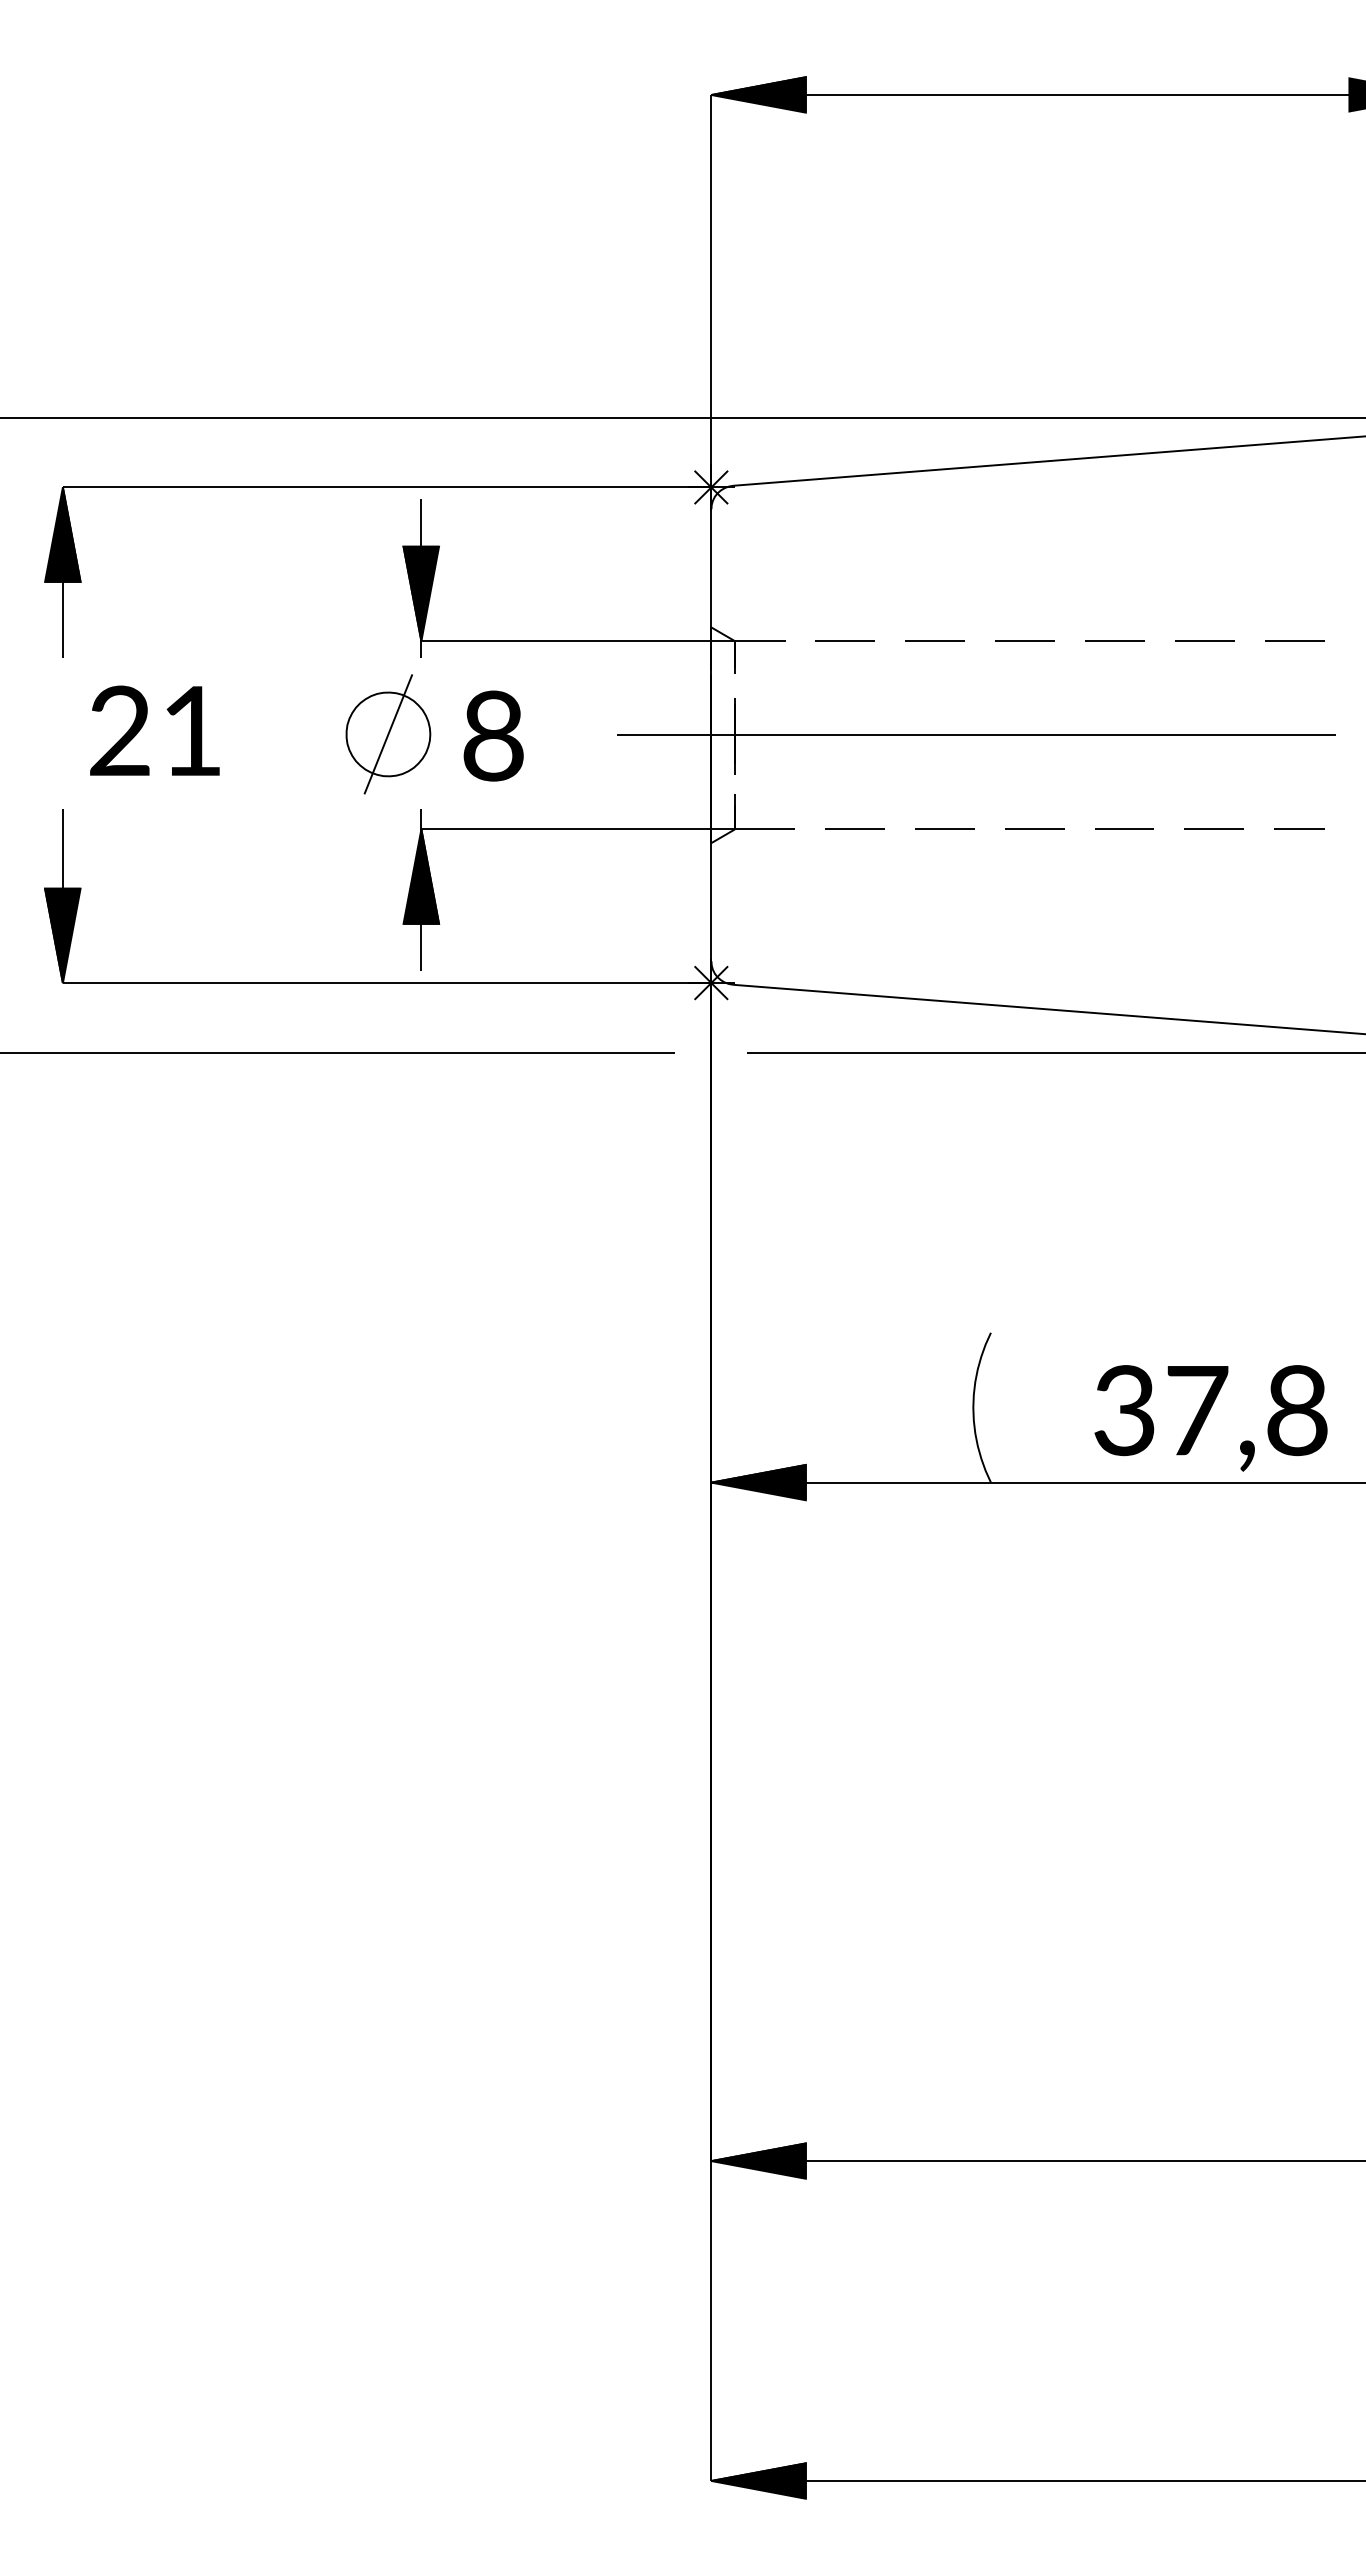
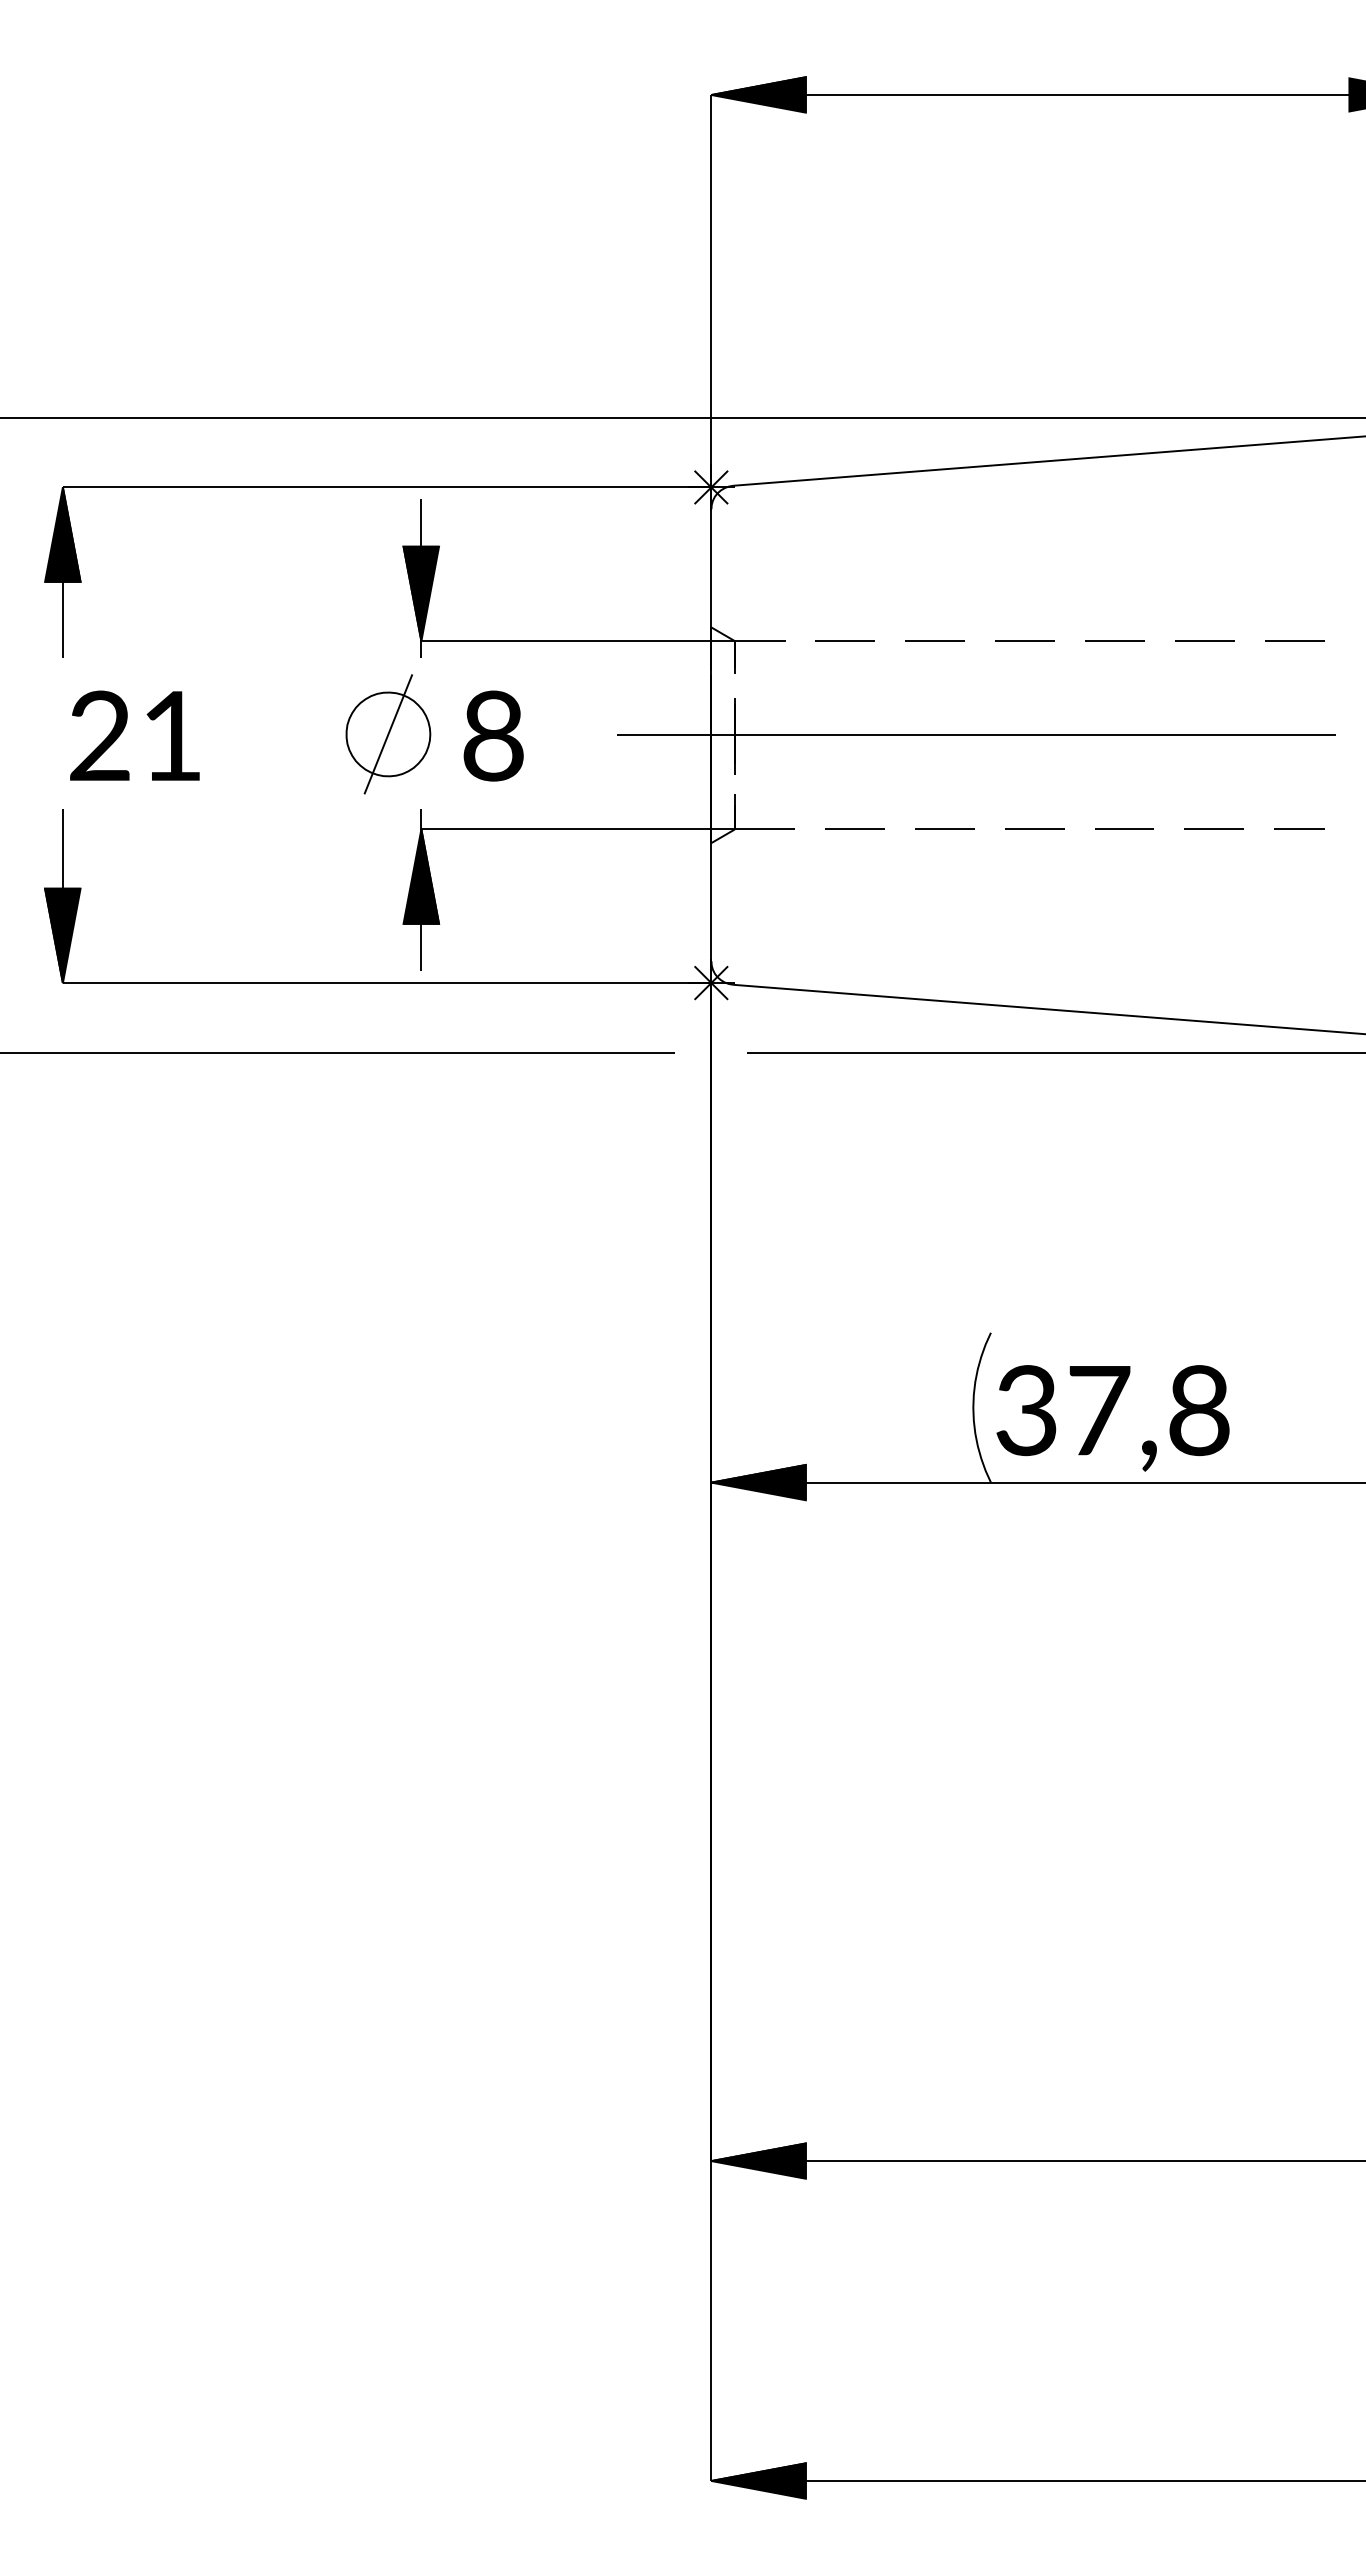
text at (154, 730) position: (154, 730) -> (134, 735)
text at (1210, 1418) position: (1210, 1418) -> (1112, 1418)
